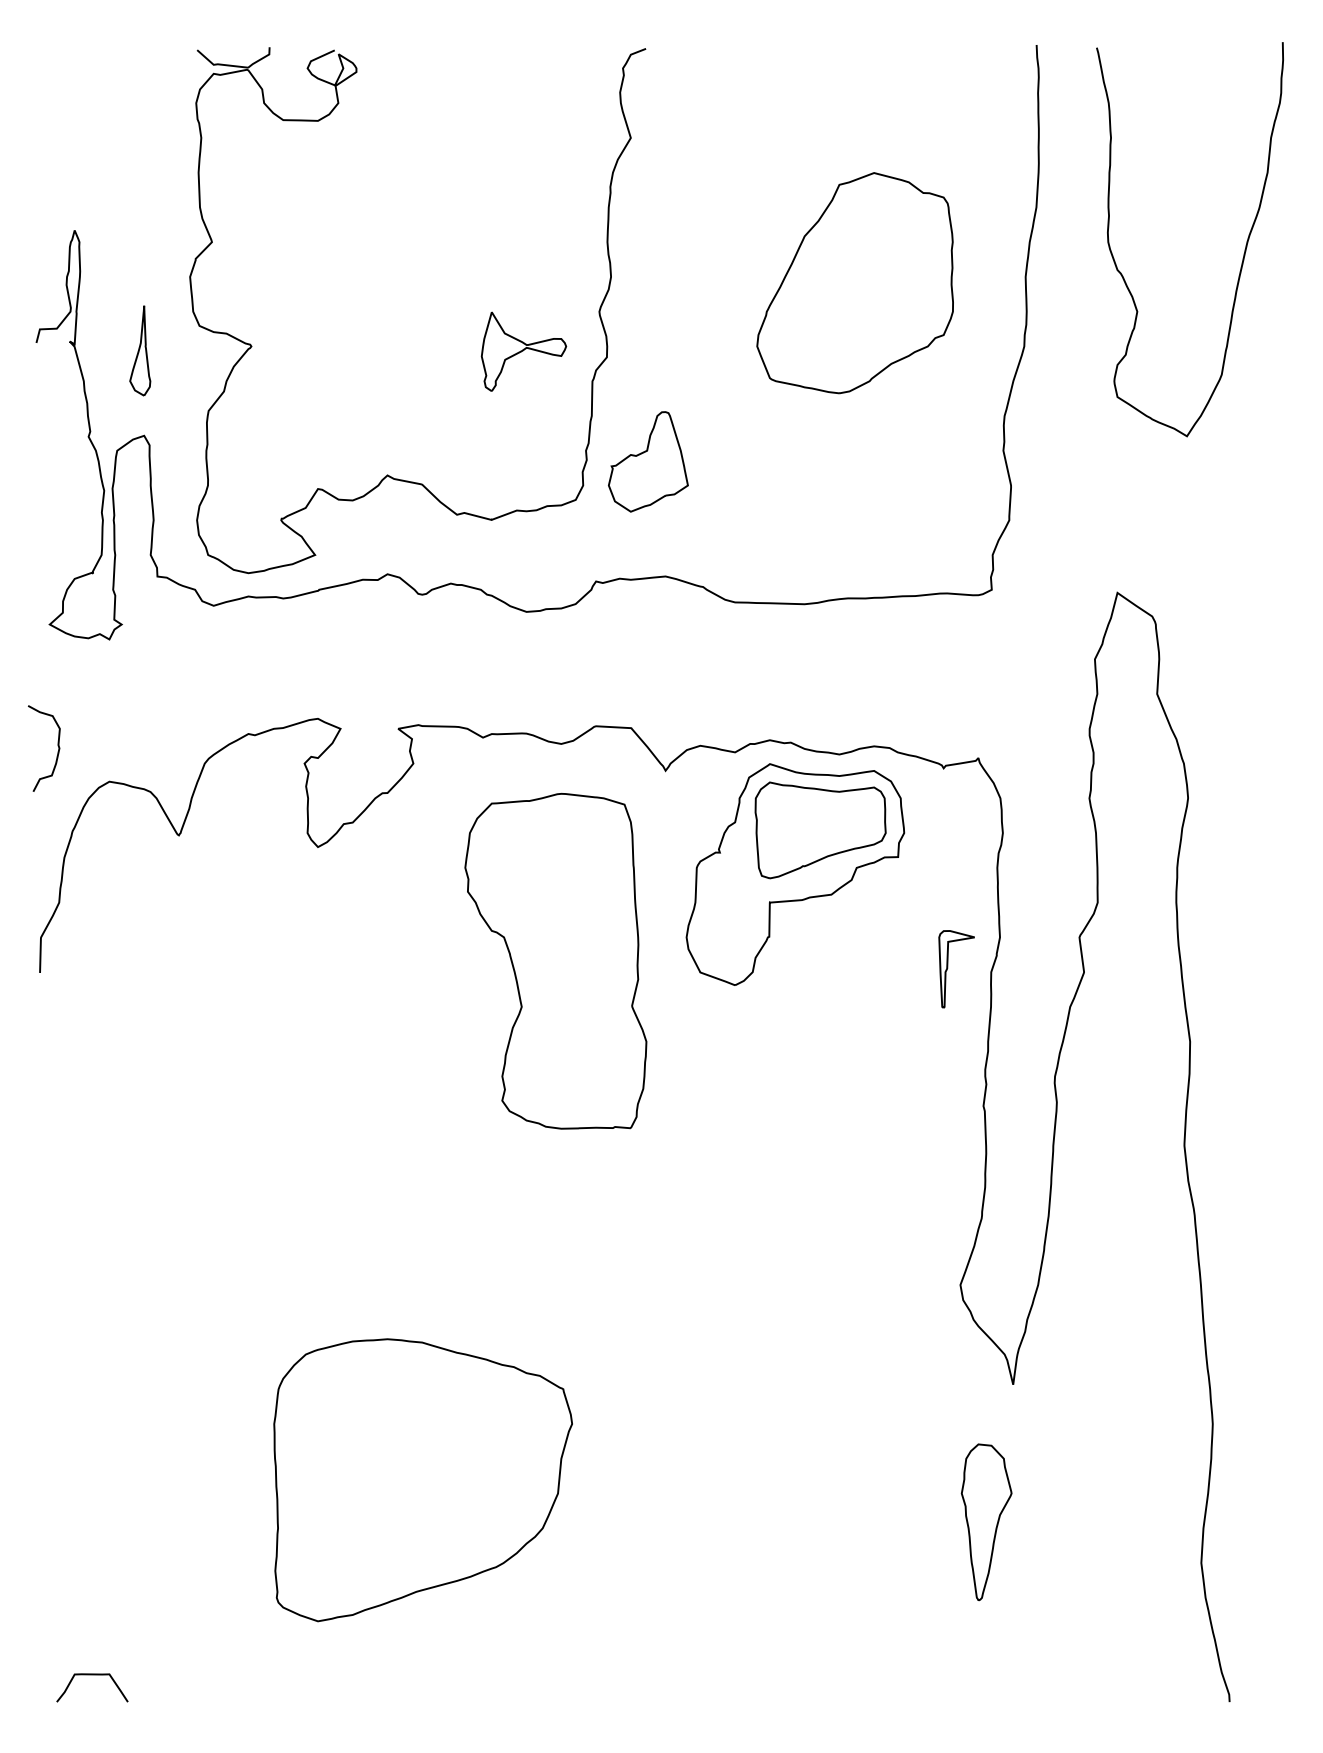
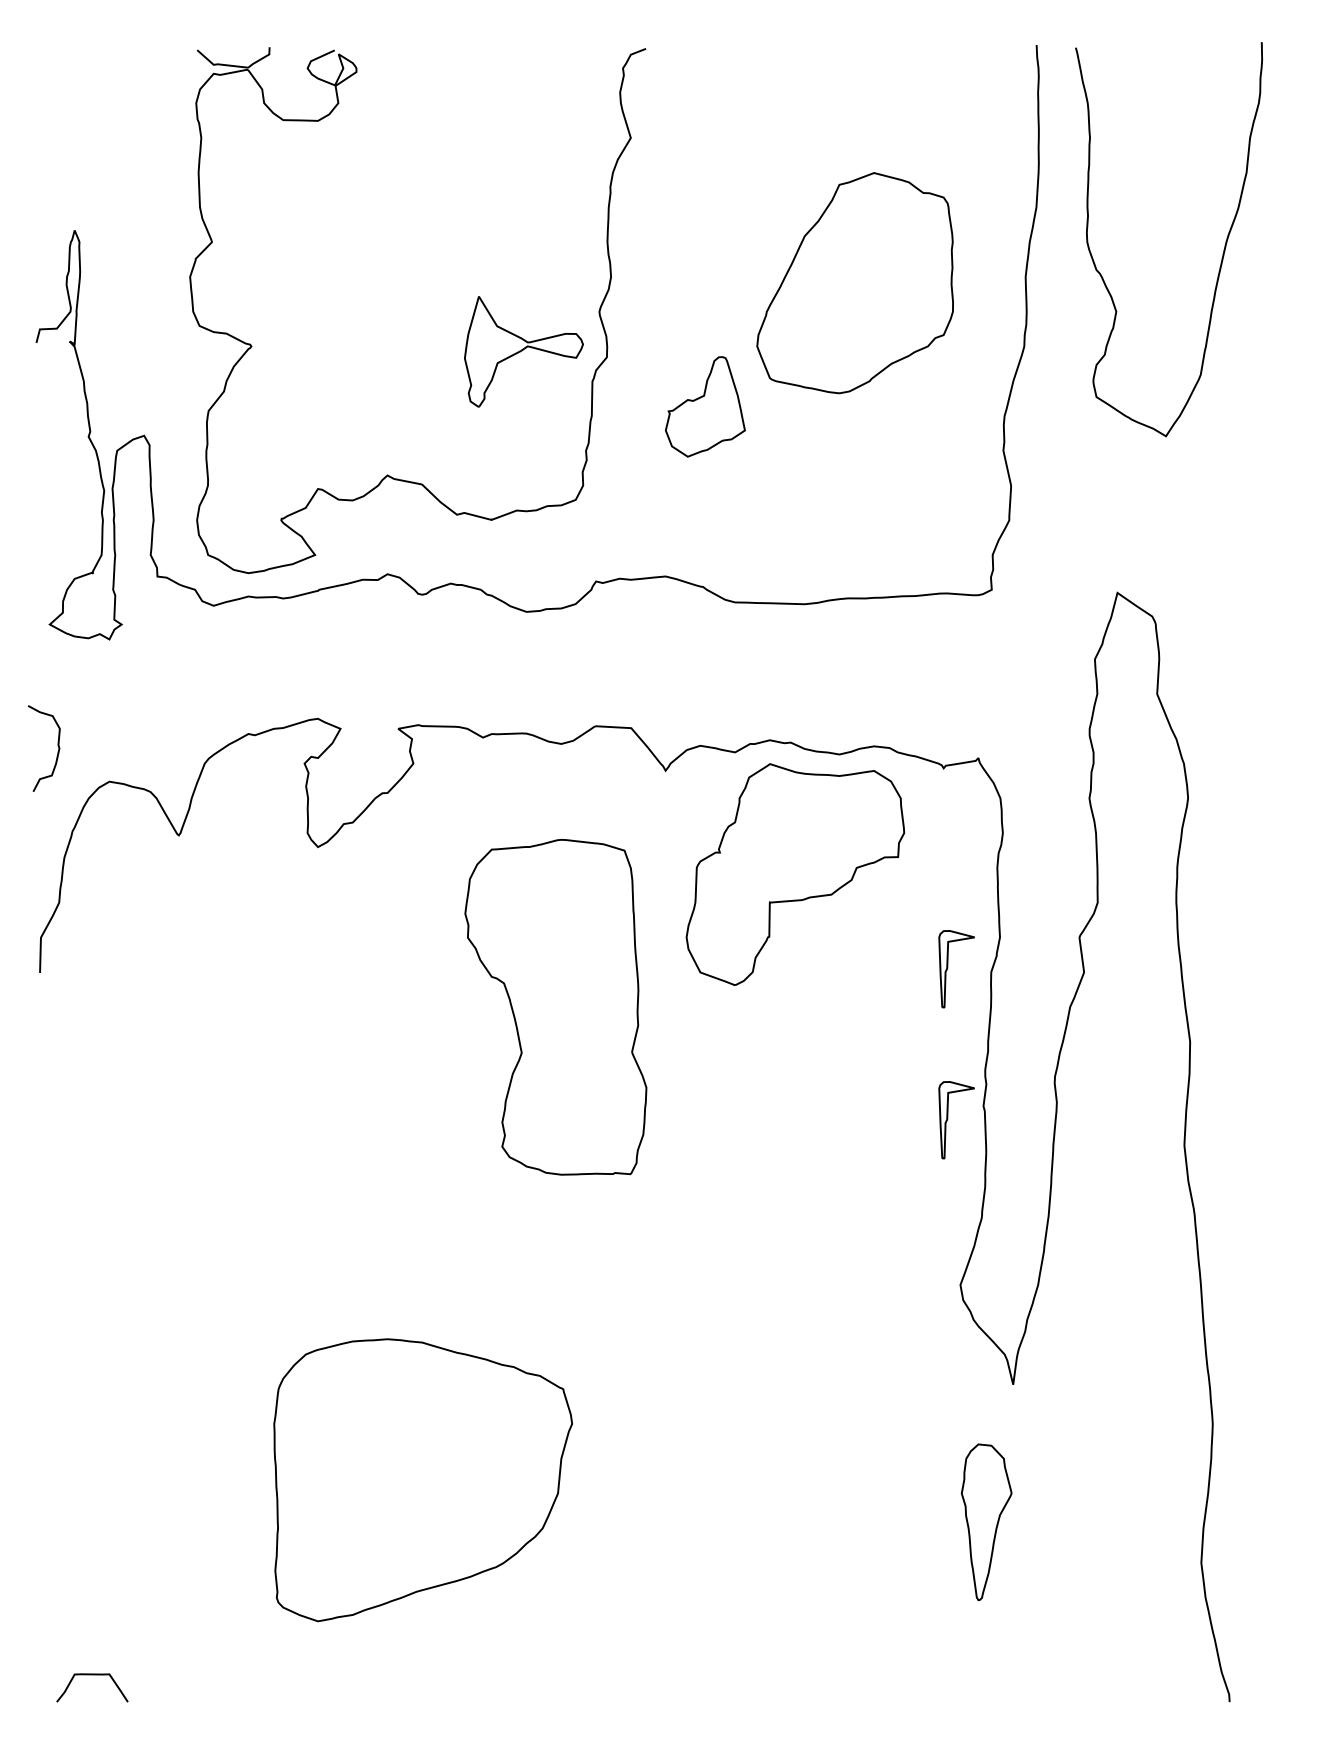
curve at (1243, 253) position: (1243, 253) -> (1222, 253)
part at (140, 350): present -> none
part at (523, 351) size: 88x81 px -> 120x112 px
part at (648, 461) position: (648, 461) -> (705, 406)
part at (820, 830): present -> none
part at (555, 961) position: (555, 961) -> (555, 1007)
part at (948, 1119): none -> present
